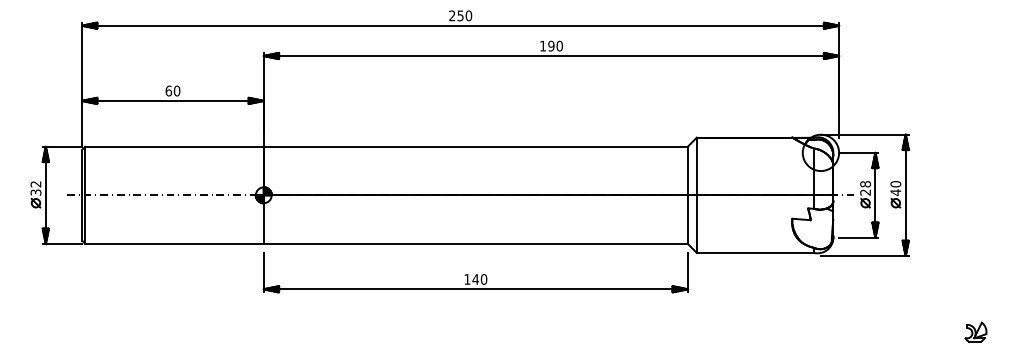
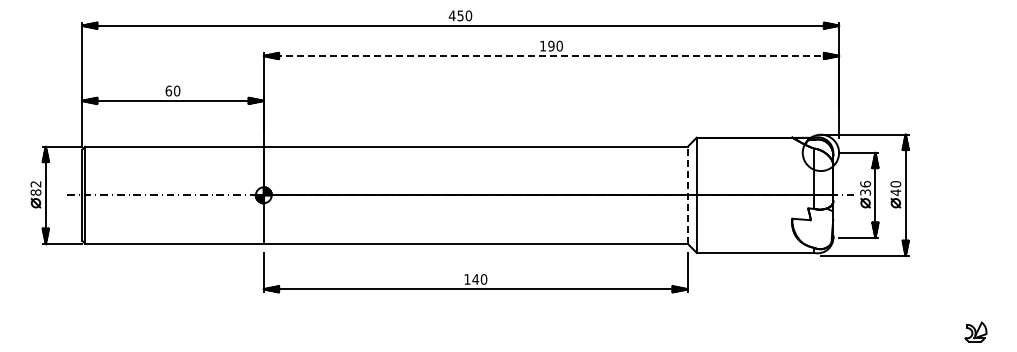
text at (451, 15): 250 -> 450
line at (551, 56): solid -> dashed
text at (865, 188): 28 -> 36
text at (35, 192): 32 -> 82
line at (687, 194): solid -> dashed
